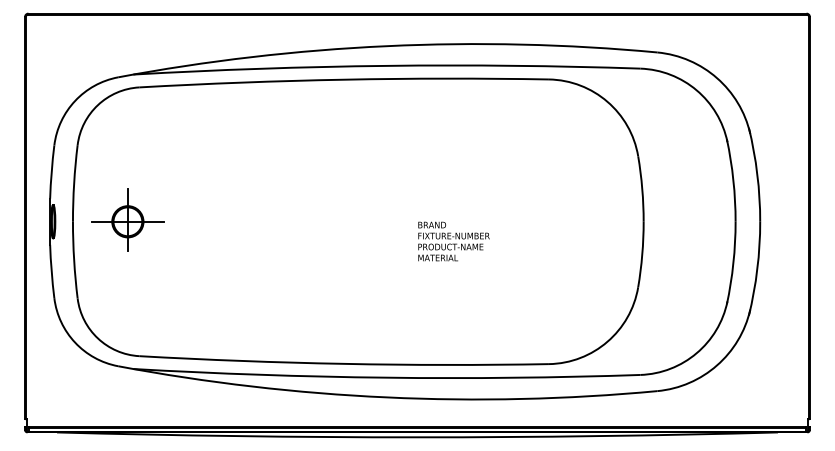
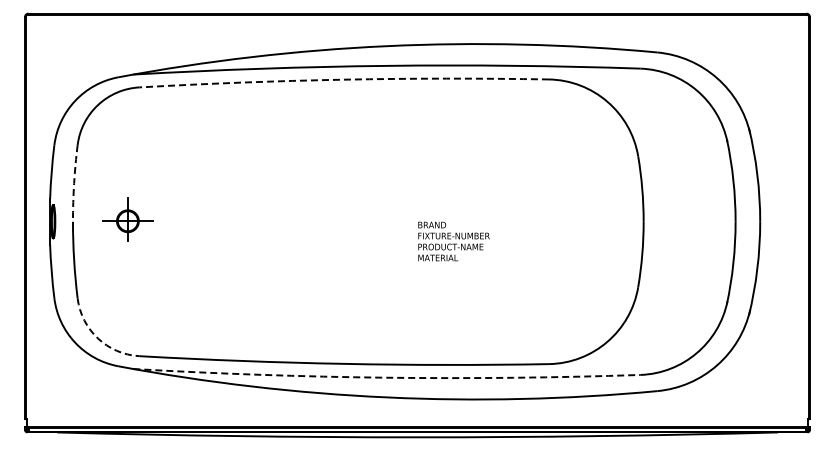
arc at (344, 79): solid -> dashed
arc at (74, 183): solid -> dashed
part at (127, 219) size: 74x64 px -> 52x45 px
arc at (97, 338): solid -> dashed
arc at (386, 377): solid -> dashed
